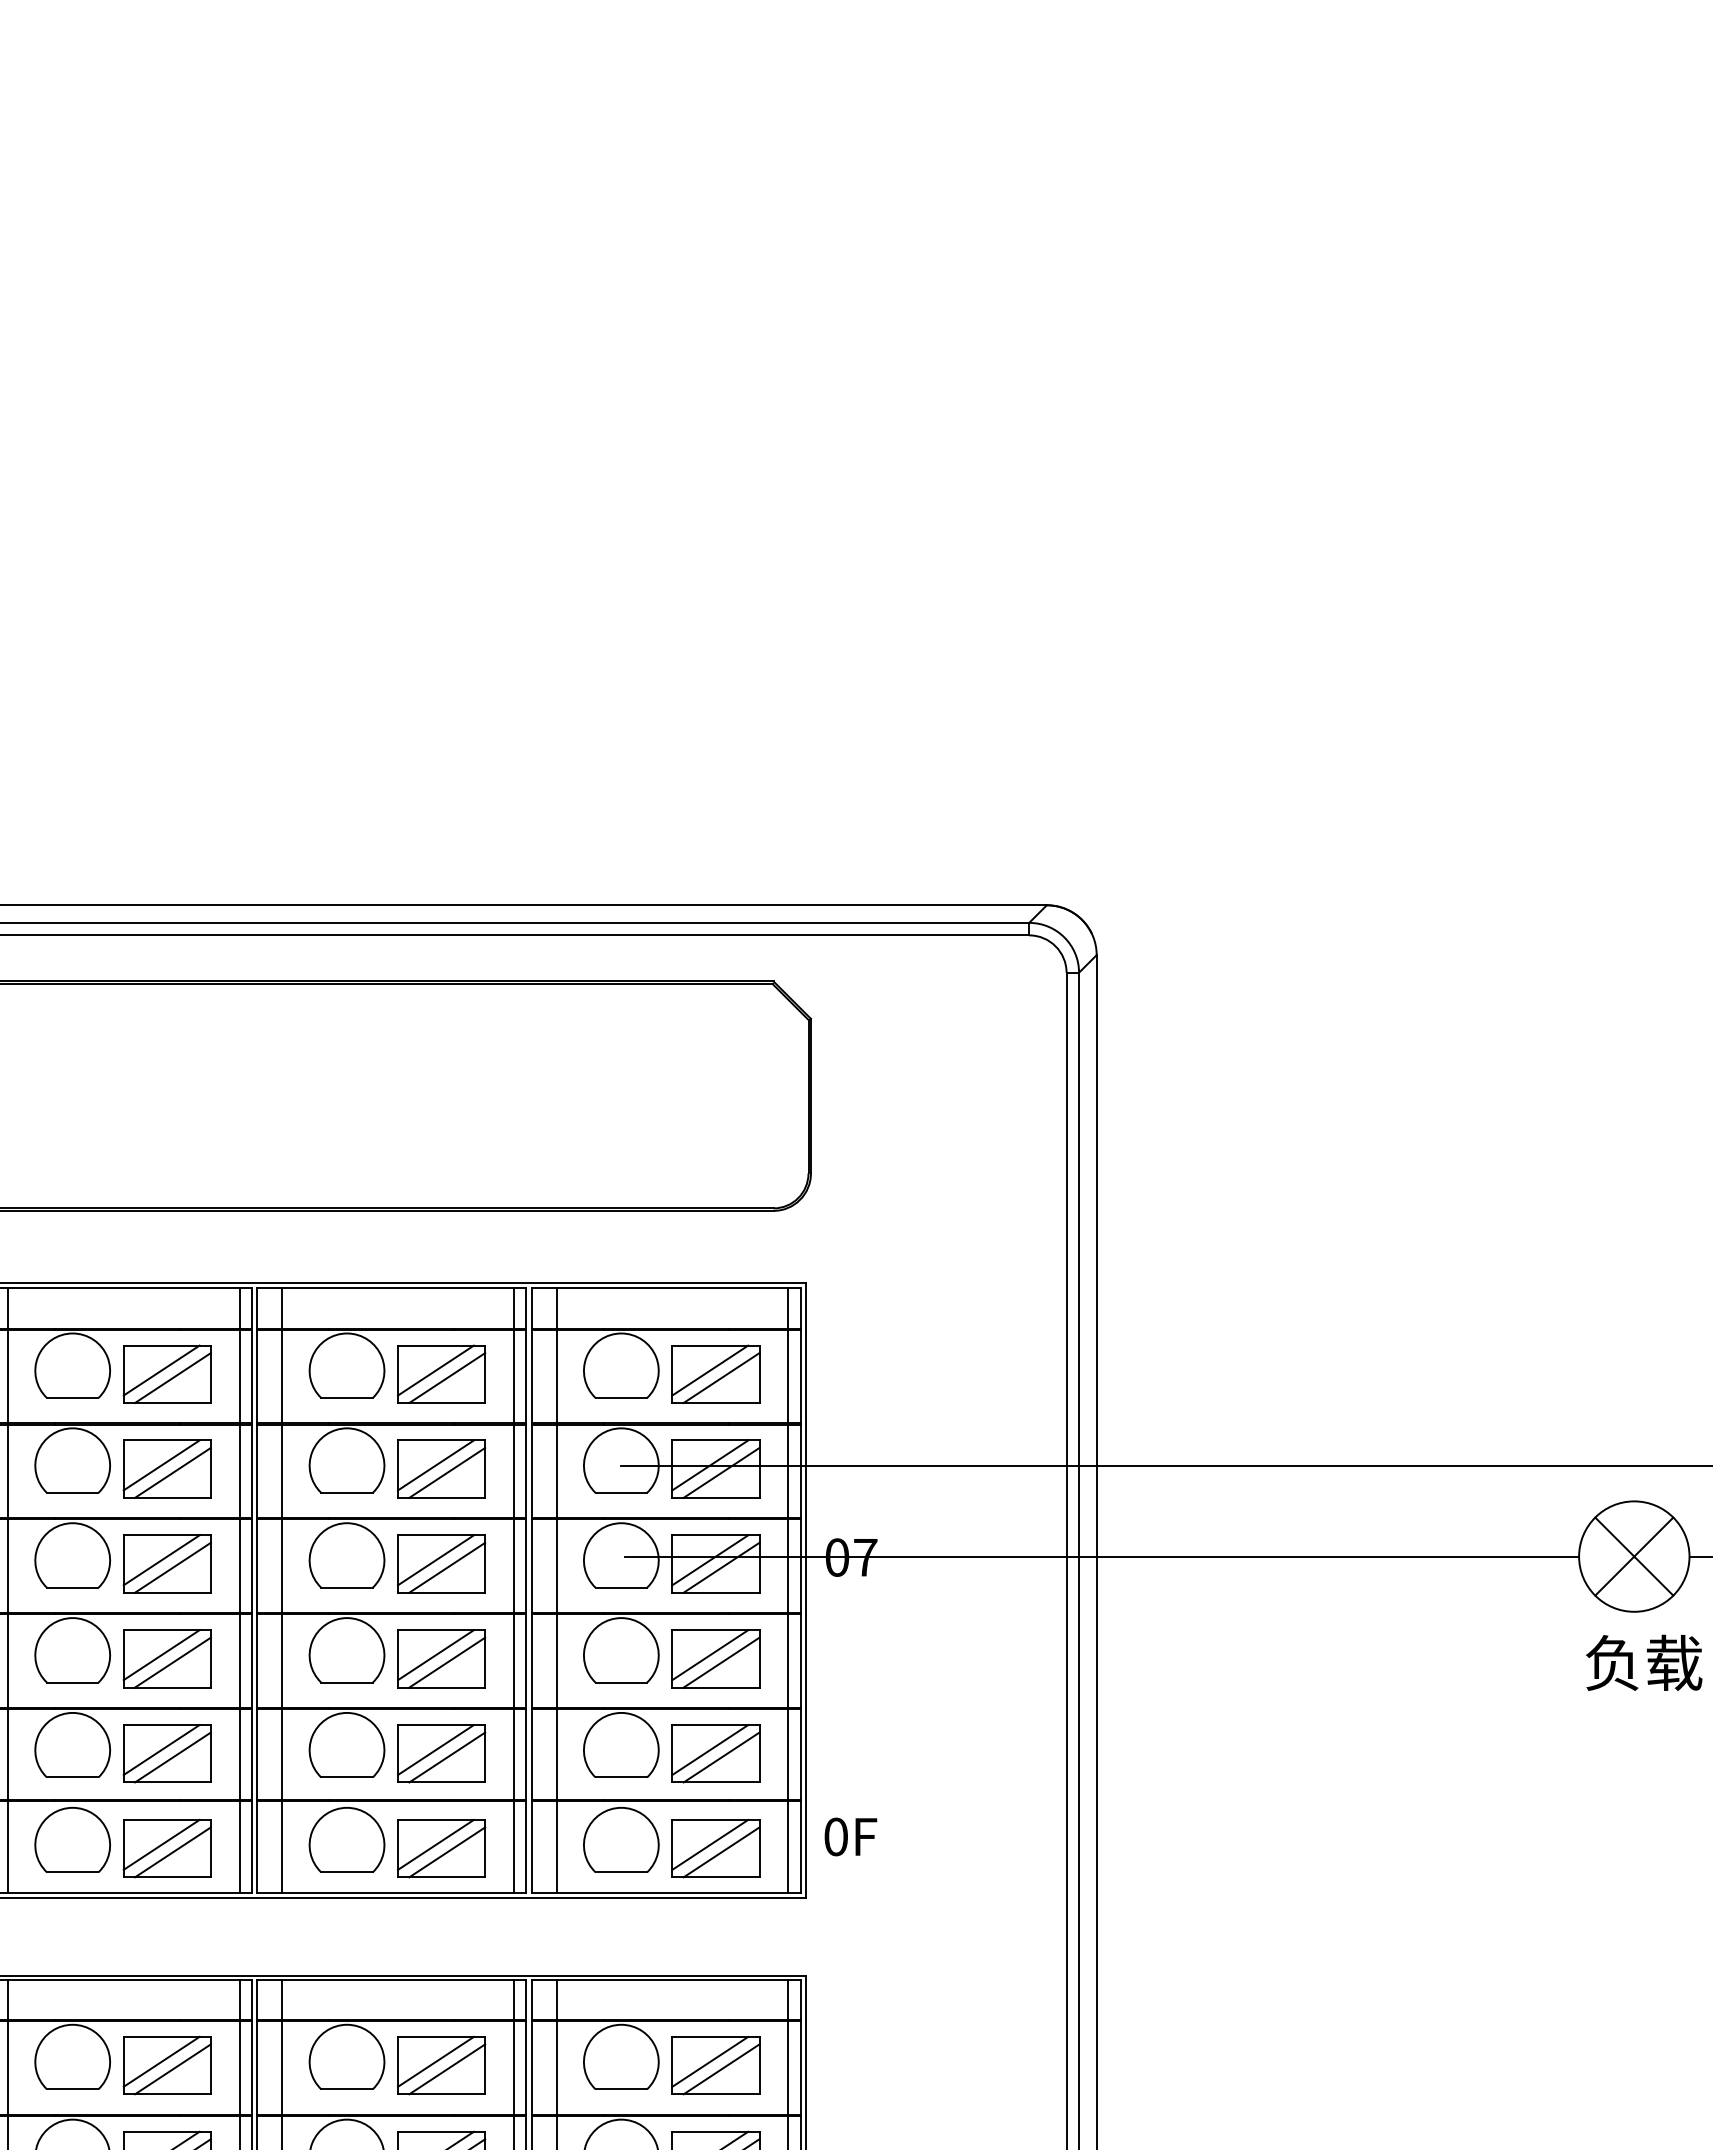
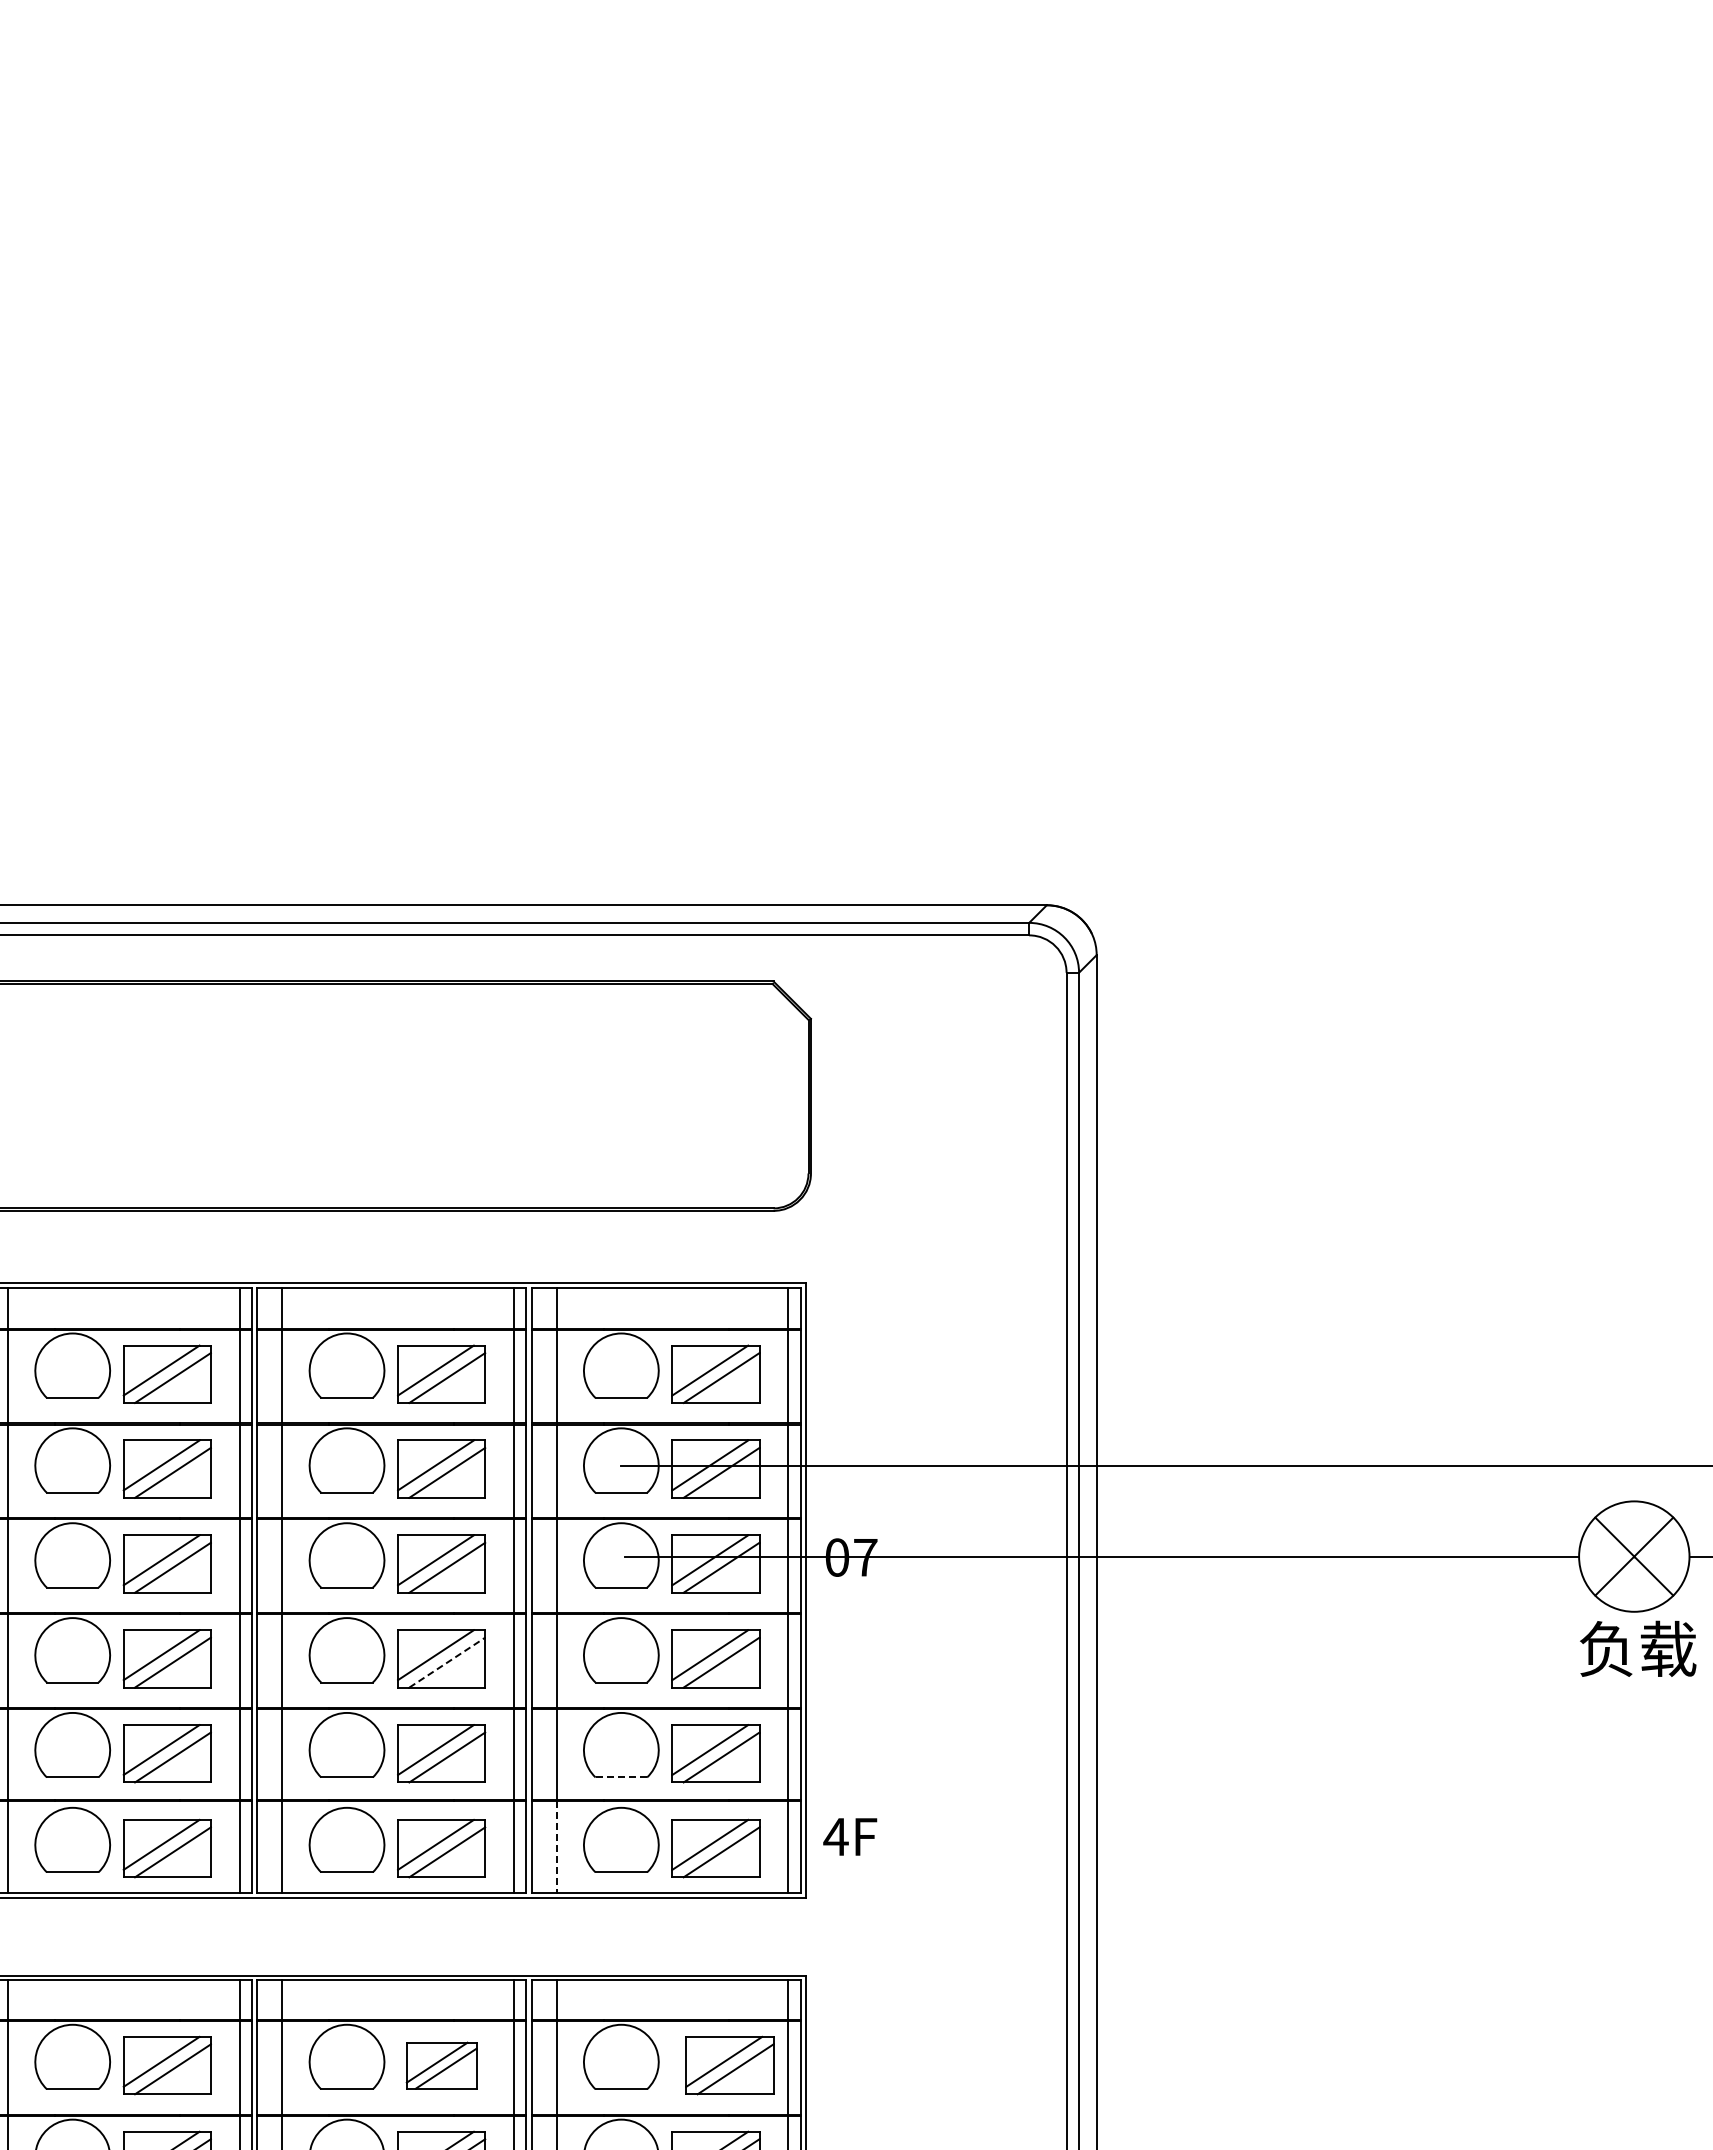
line at (447, 1662): solid -> dashed
text at (1644, 1662) position: (1644, 1662) -> (1638, 1648)
line at (621, 1777): solid -> dashed
text at (835, 1836): 0F -> 4F
line at (556, 1847): solid -> dashed
part at (441, 2065) size: 90x60 px -> 73x49 px
part at (715, 2065) position: (715, 2065) -> (729, 2065)
